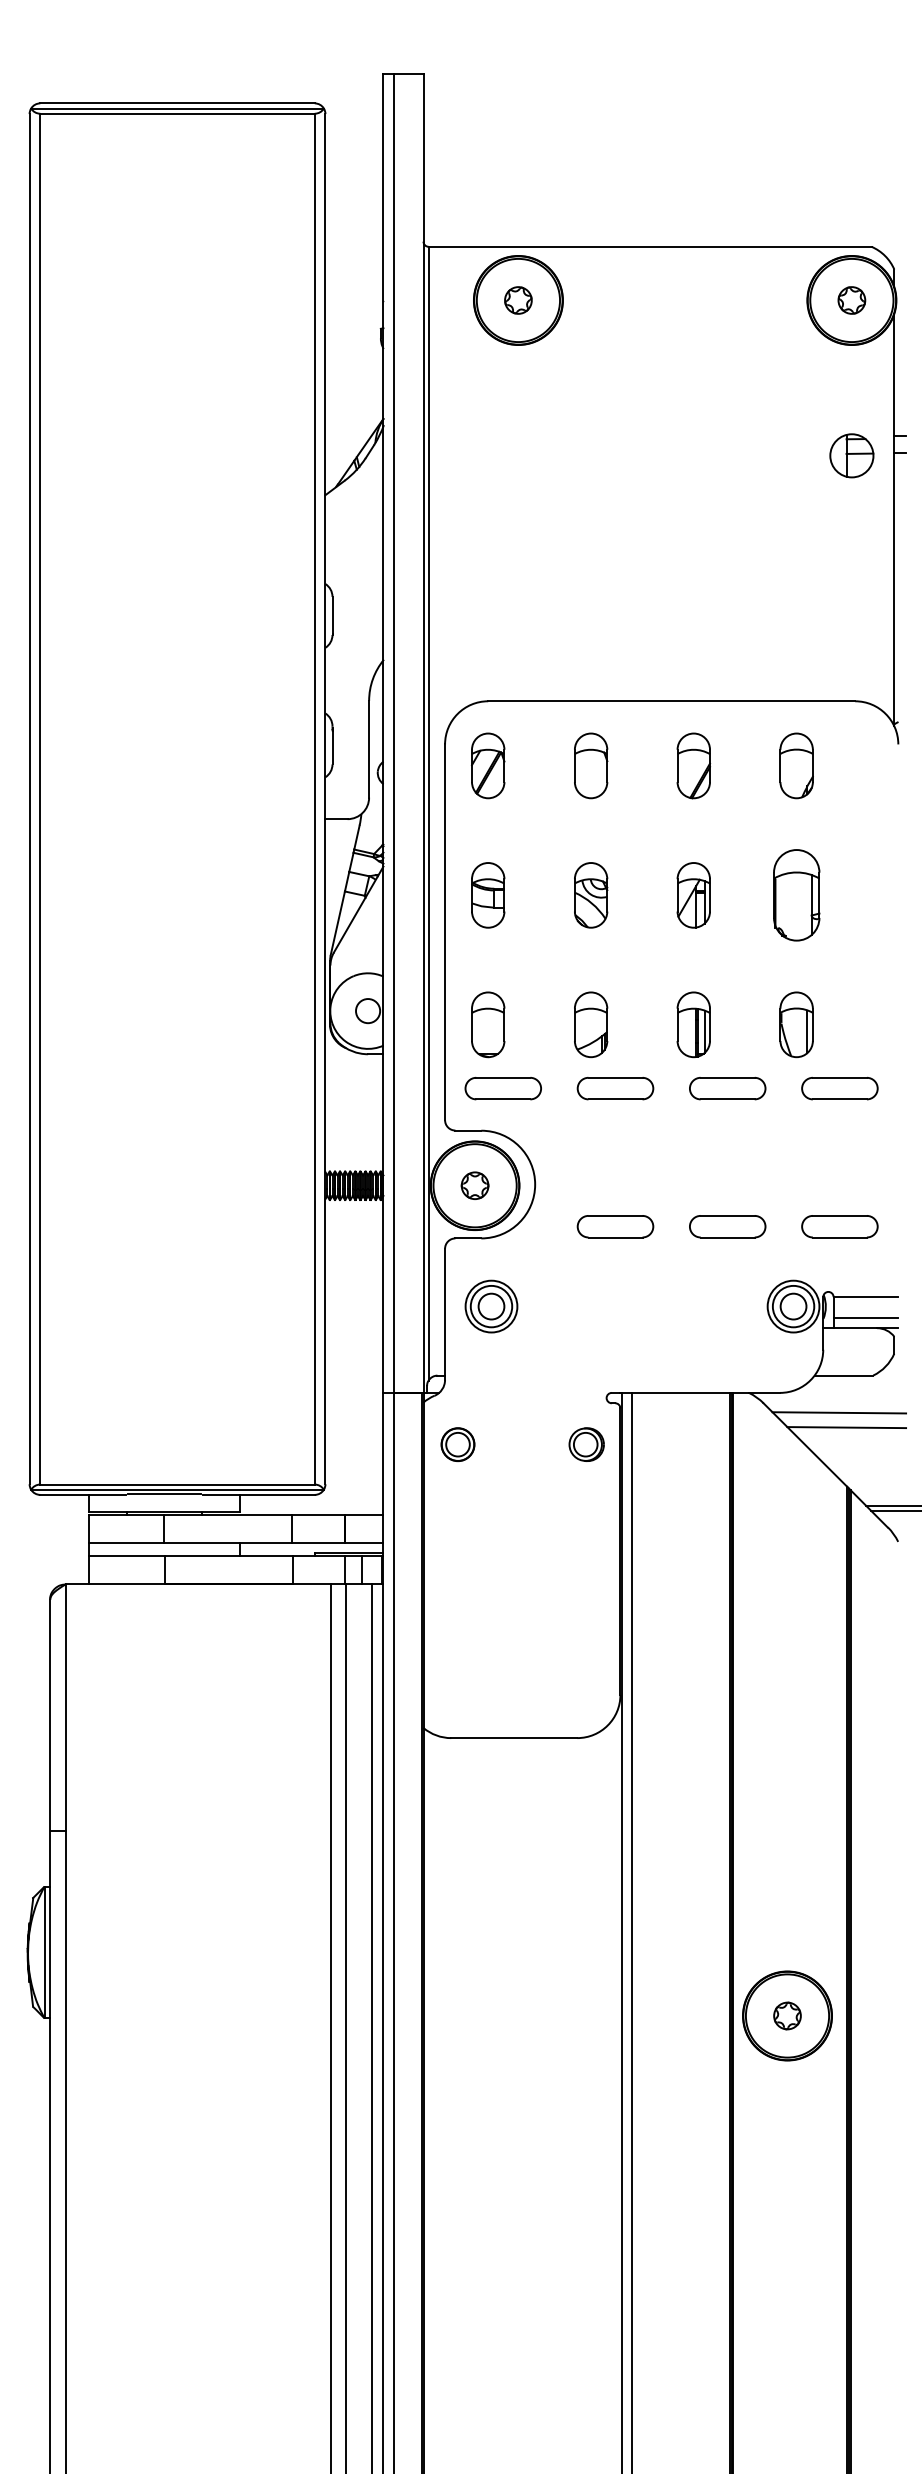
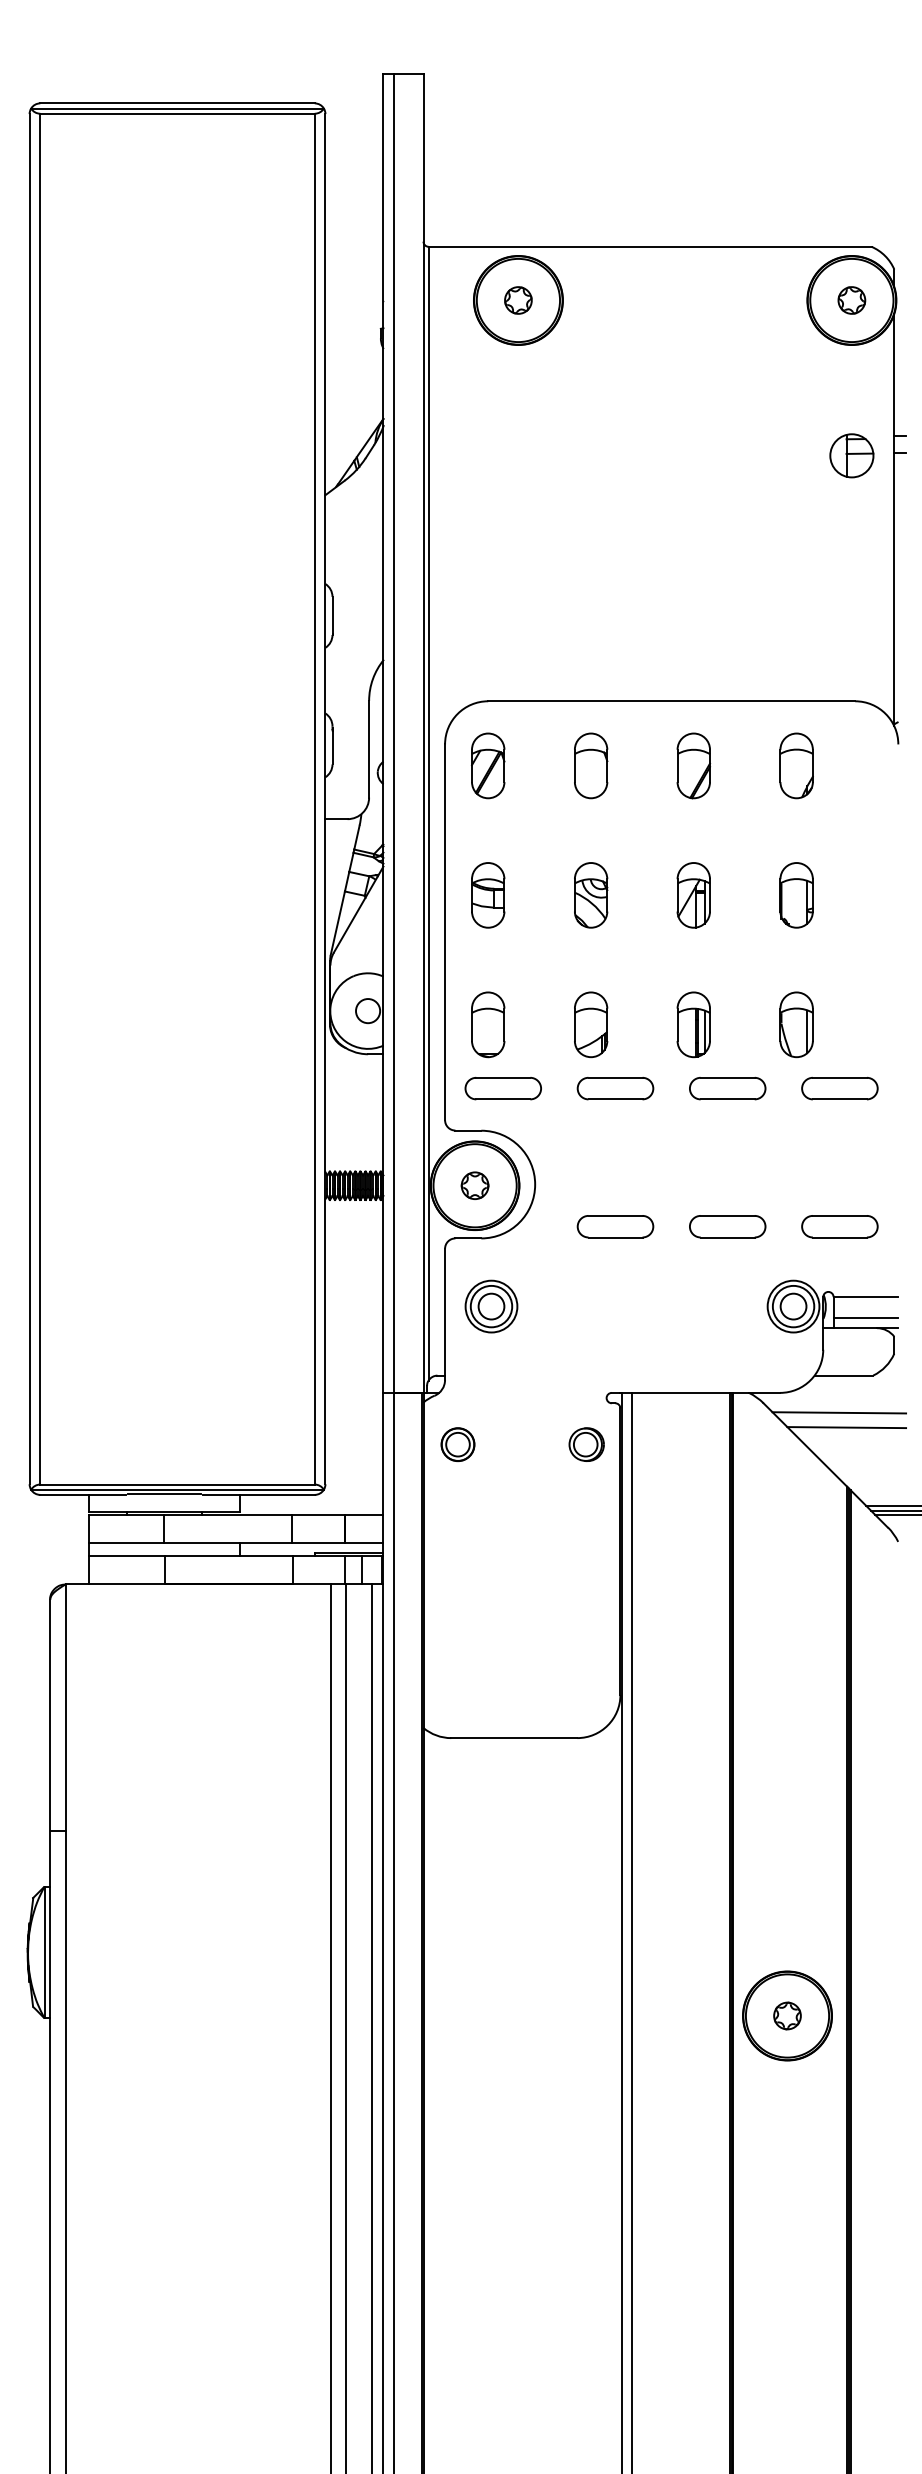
part at (796, 895) size: 48x93 px -> 35x67 px
line at (896, 1514): none -> present
